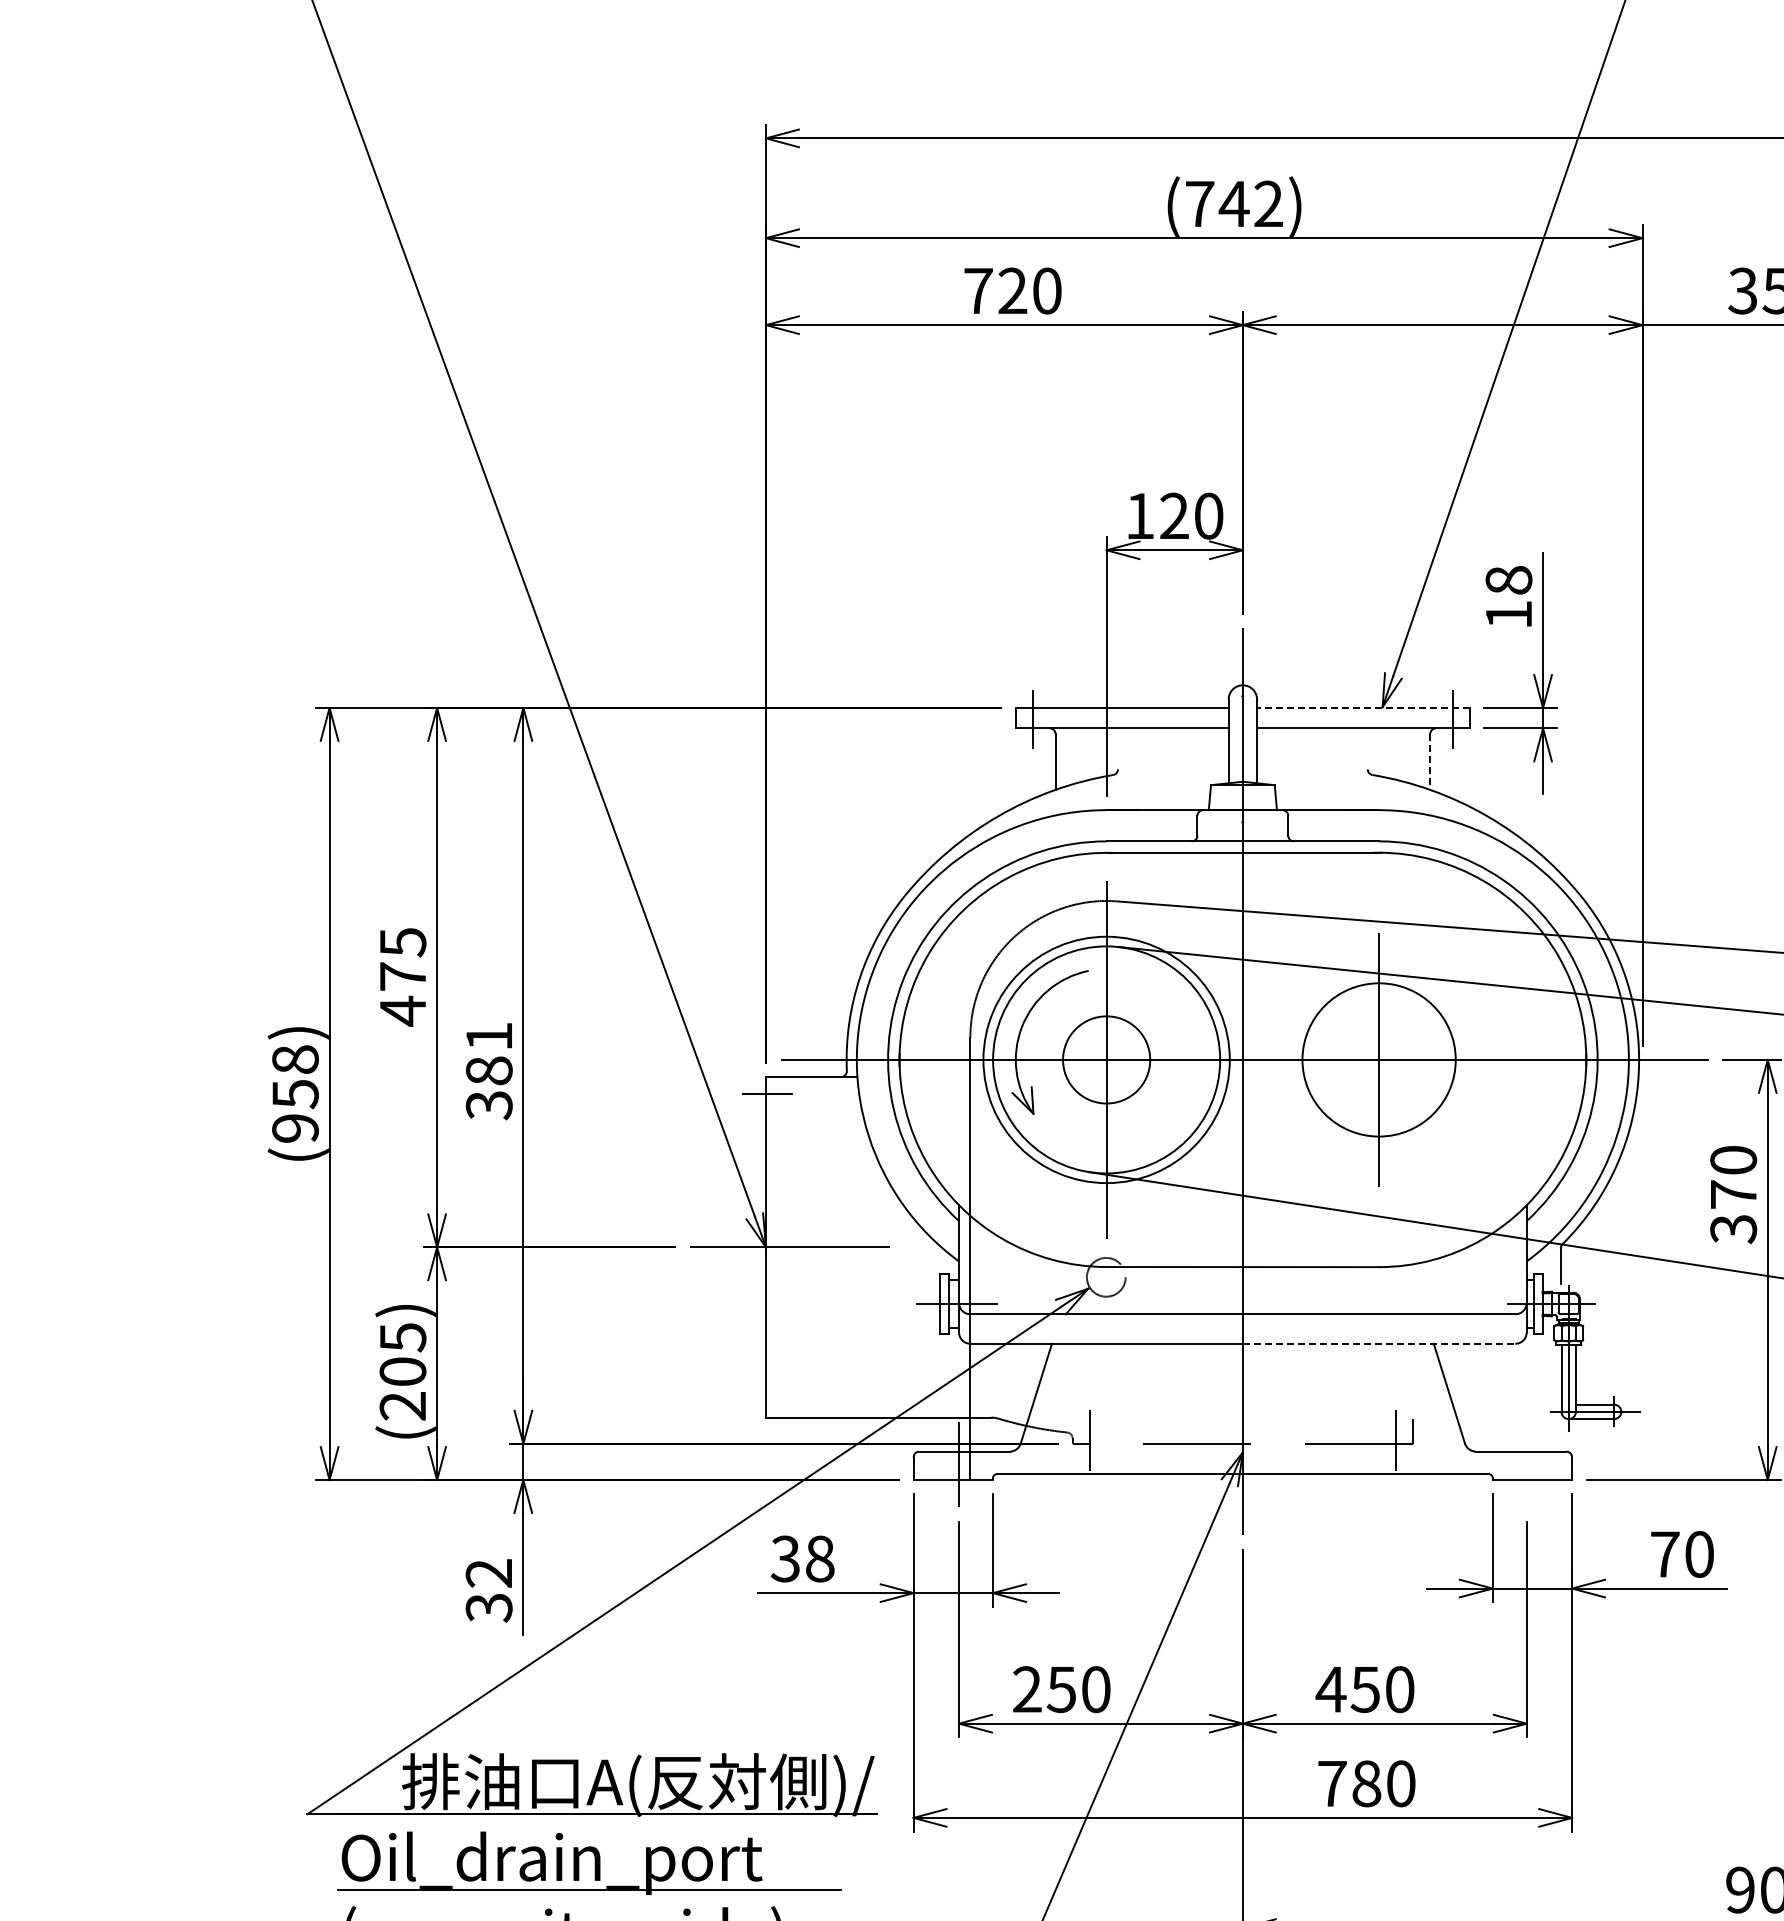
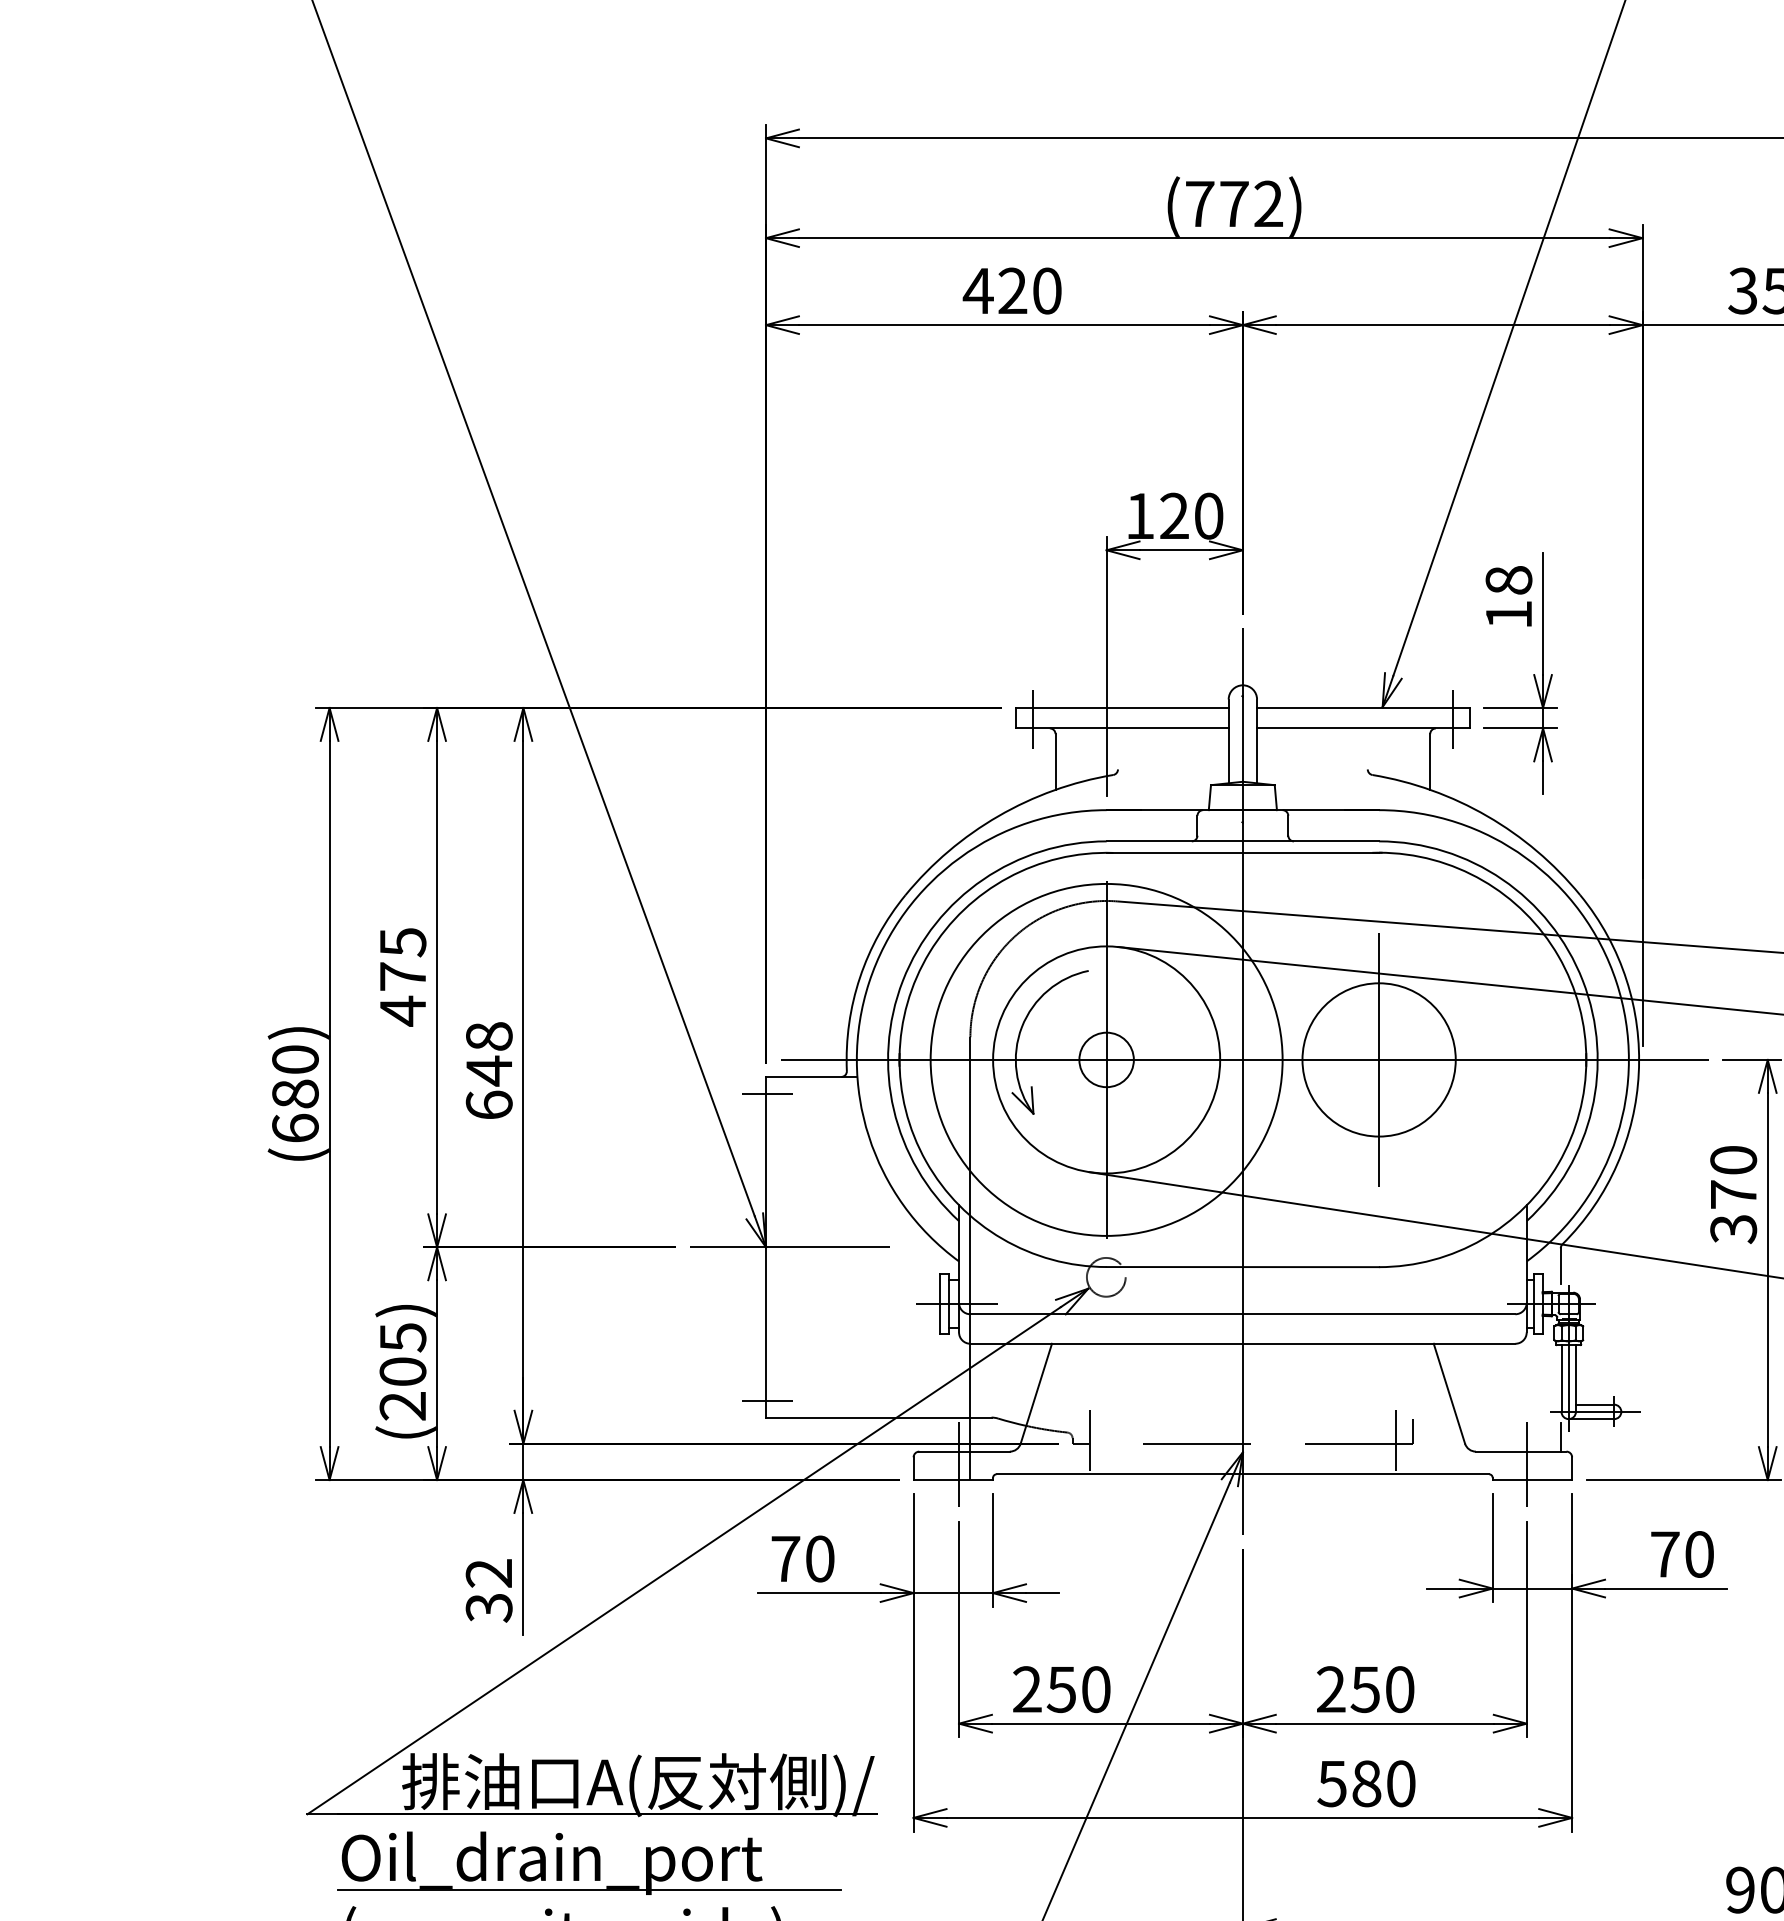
text at (1233, 203): (742) -> (772)
text at (977, 290): 720 -> 420
line at (1363, 707): dashed -> solid
line at (1430, 761): dashed -> solid
circle at (1106, 1059) diameter: 246 px -> 352 px
circle at (1106, 1059) diameter: 87 px -> 54 px
text at (488, 1071): 381 -> 648
text at (295, 1093): (958) -> (680)
line at (1379, 1343): dashed -> solid
line at (767, 1400): none -> present
line at (1560, 1436): none -> present
line at (1526, 1464): none -> present
text at (802, 1558): 38 -> 70
text at (1330, 1689): 450 -> 250
text at (1331, 1784): 780 -> 580
